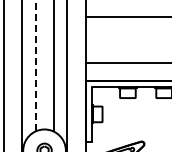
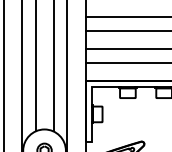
line at (126, 31): none -> present
line at (126, 49): none -> present
line at (35, 65): dashed -> solid
